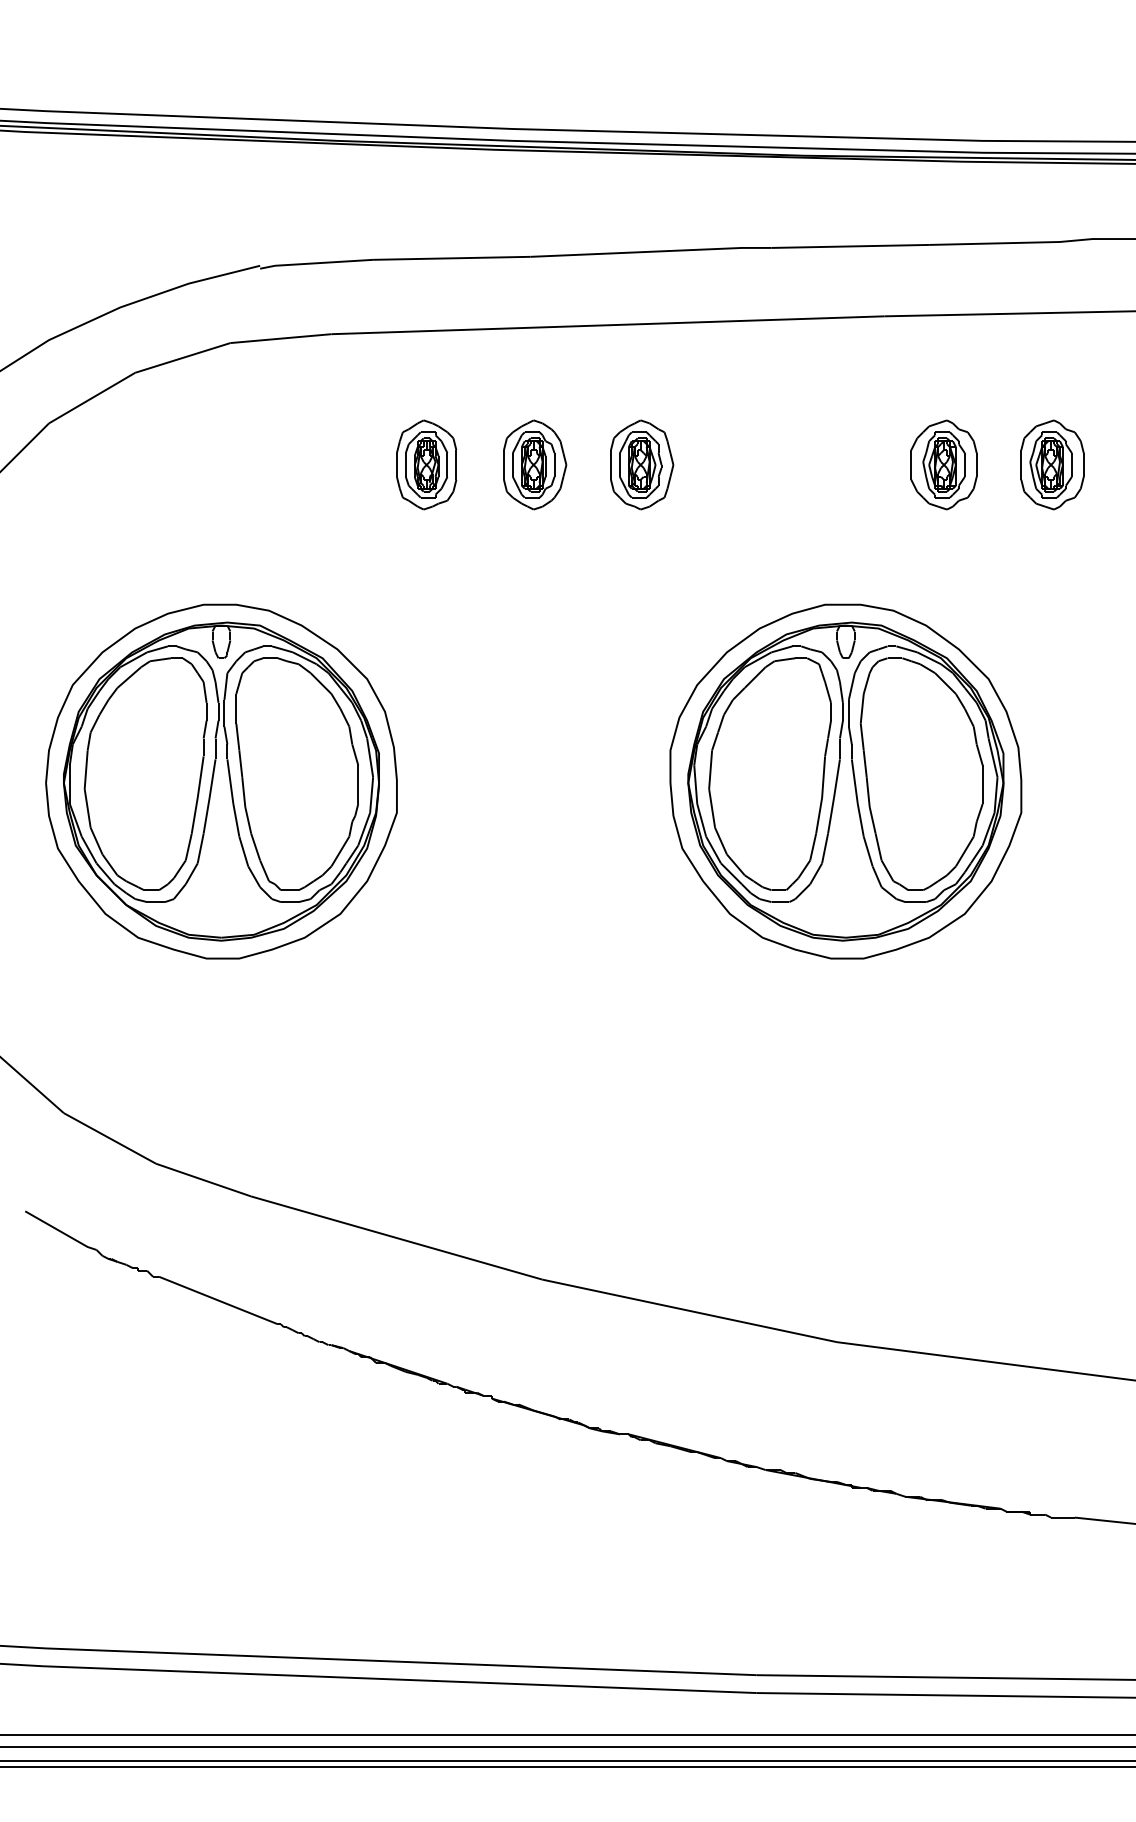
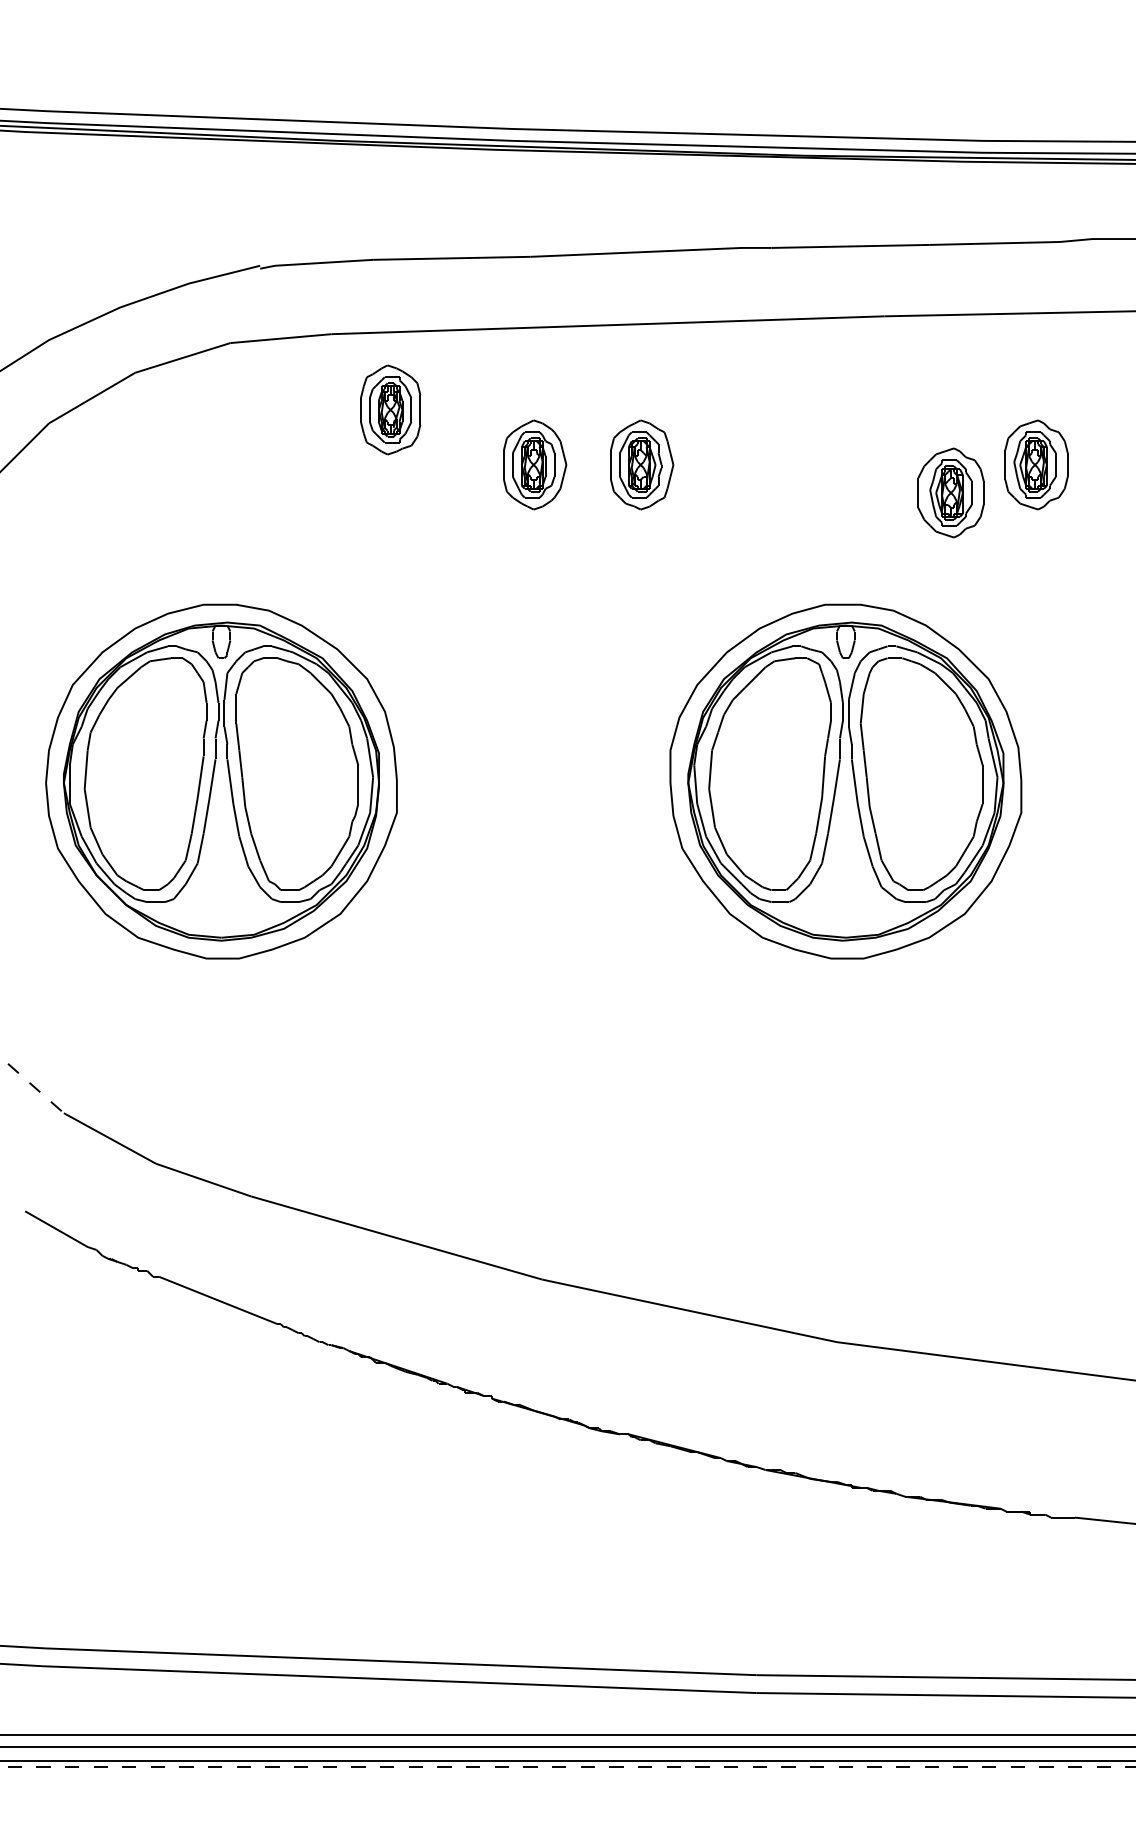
part at (426, 464) position: (426, 464) -> (390, 409)
part at (943, 464) position: (943, 464) -> (950, 492)
part at (1052, 464) position: (1052, 464) -> (1036, 464)
line at (32, 1085): solid -> dashed
line at (568, 1767): solid -> dashed
